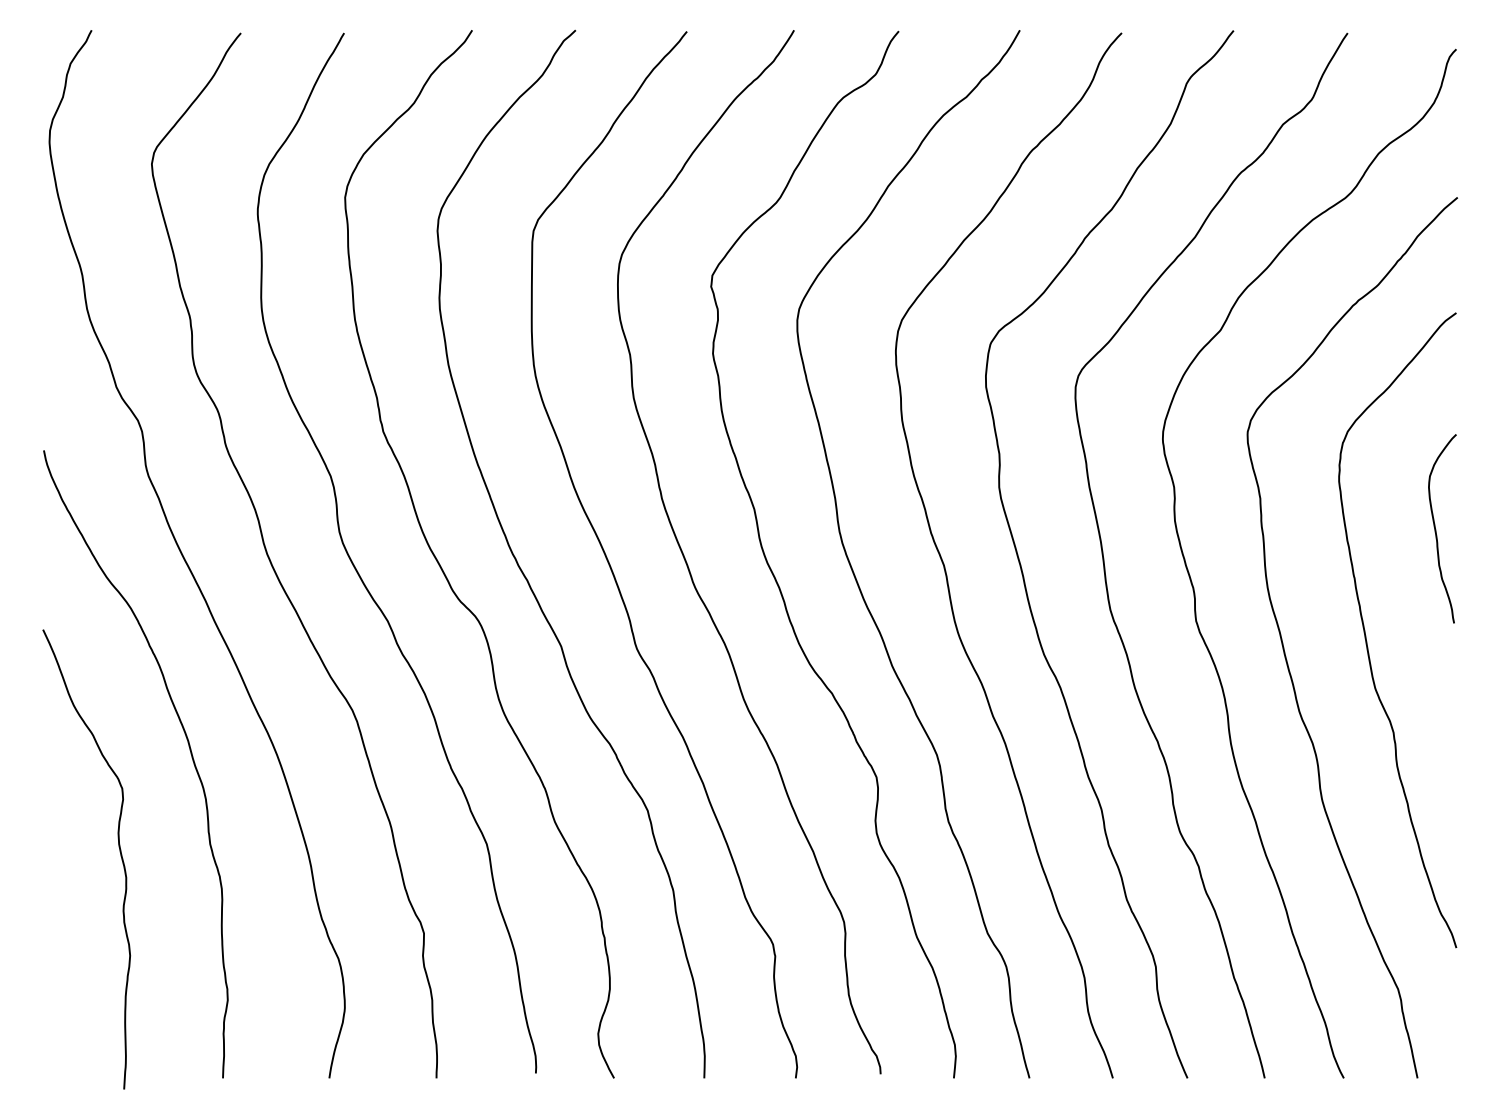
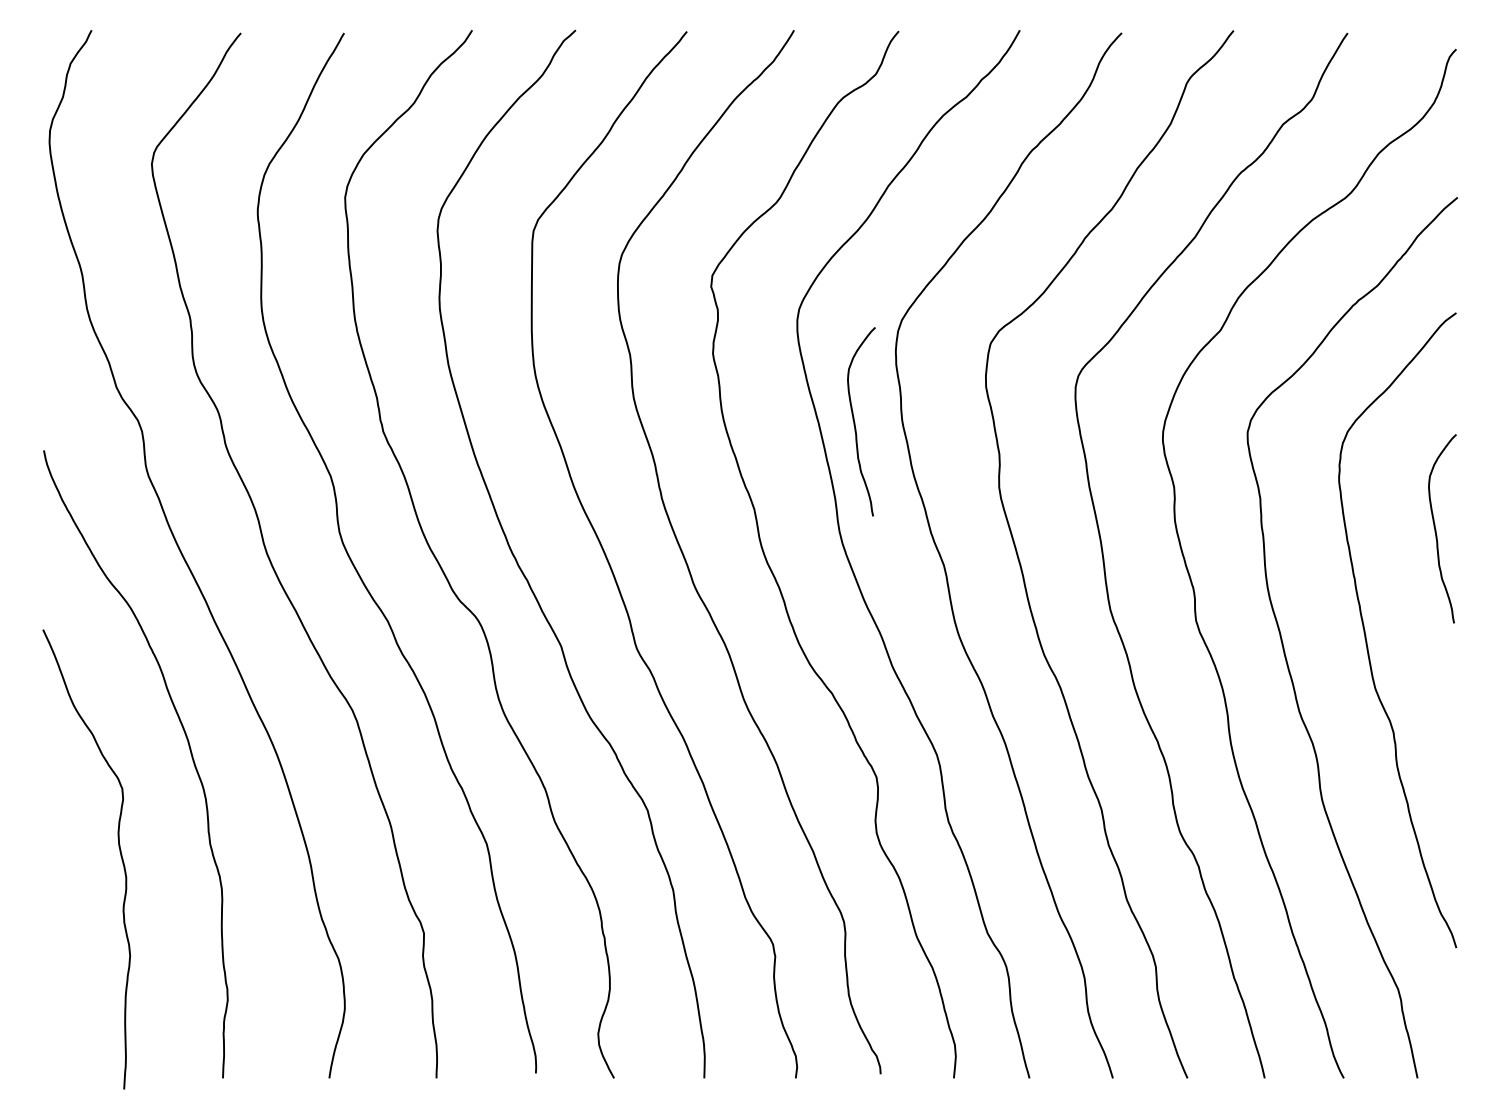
curve at (855, 422): none -> present
